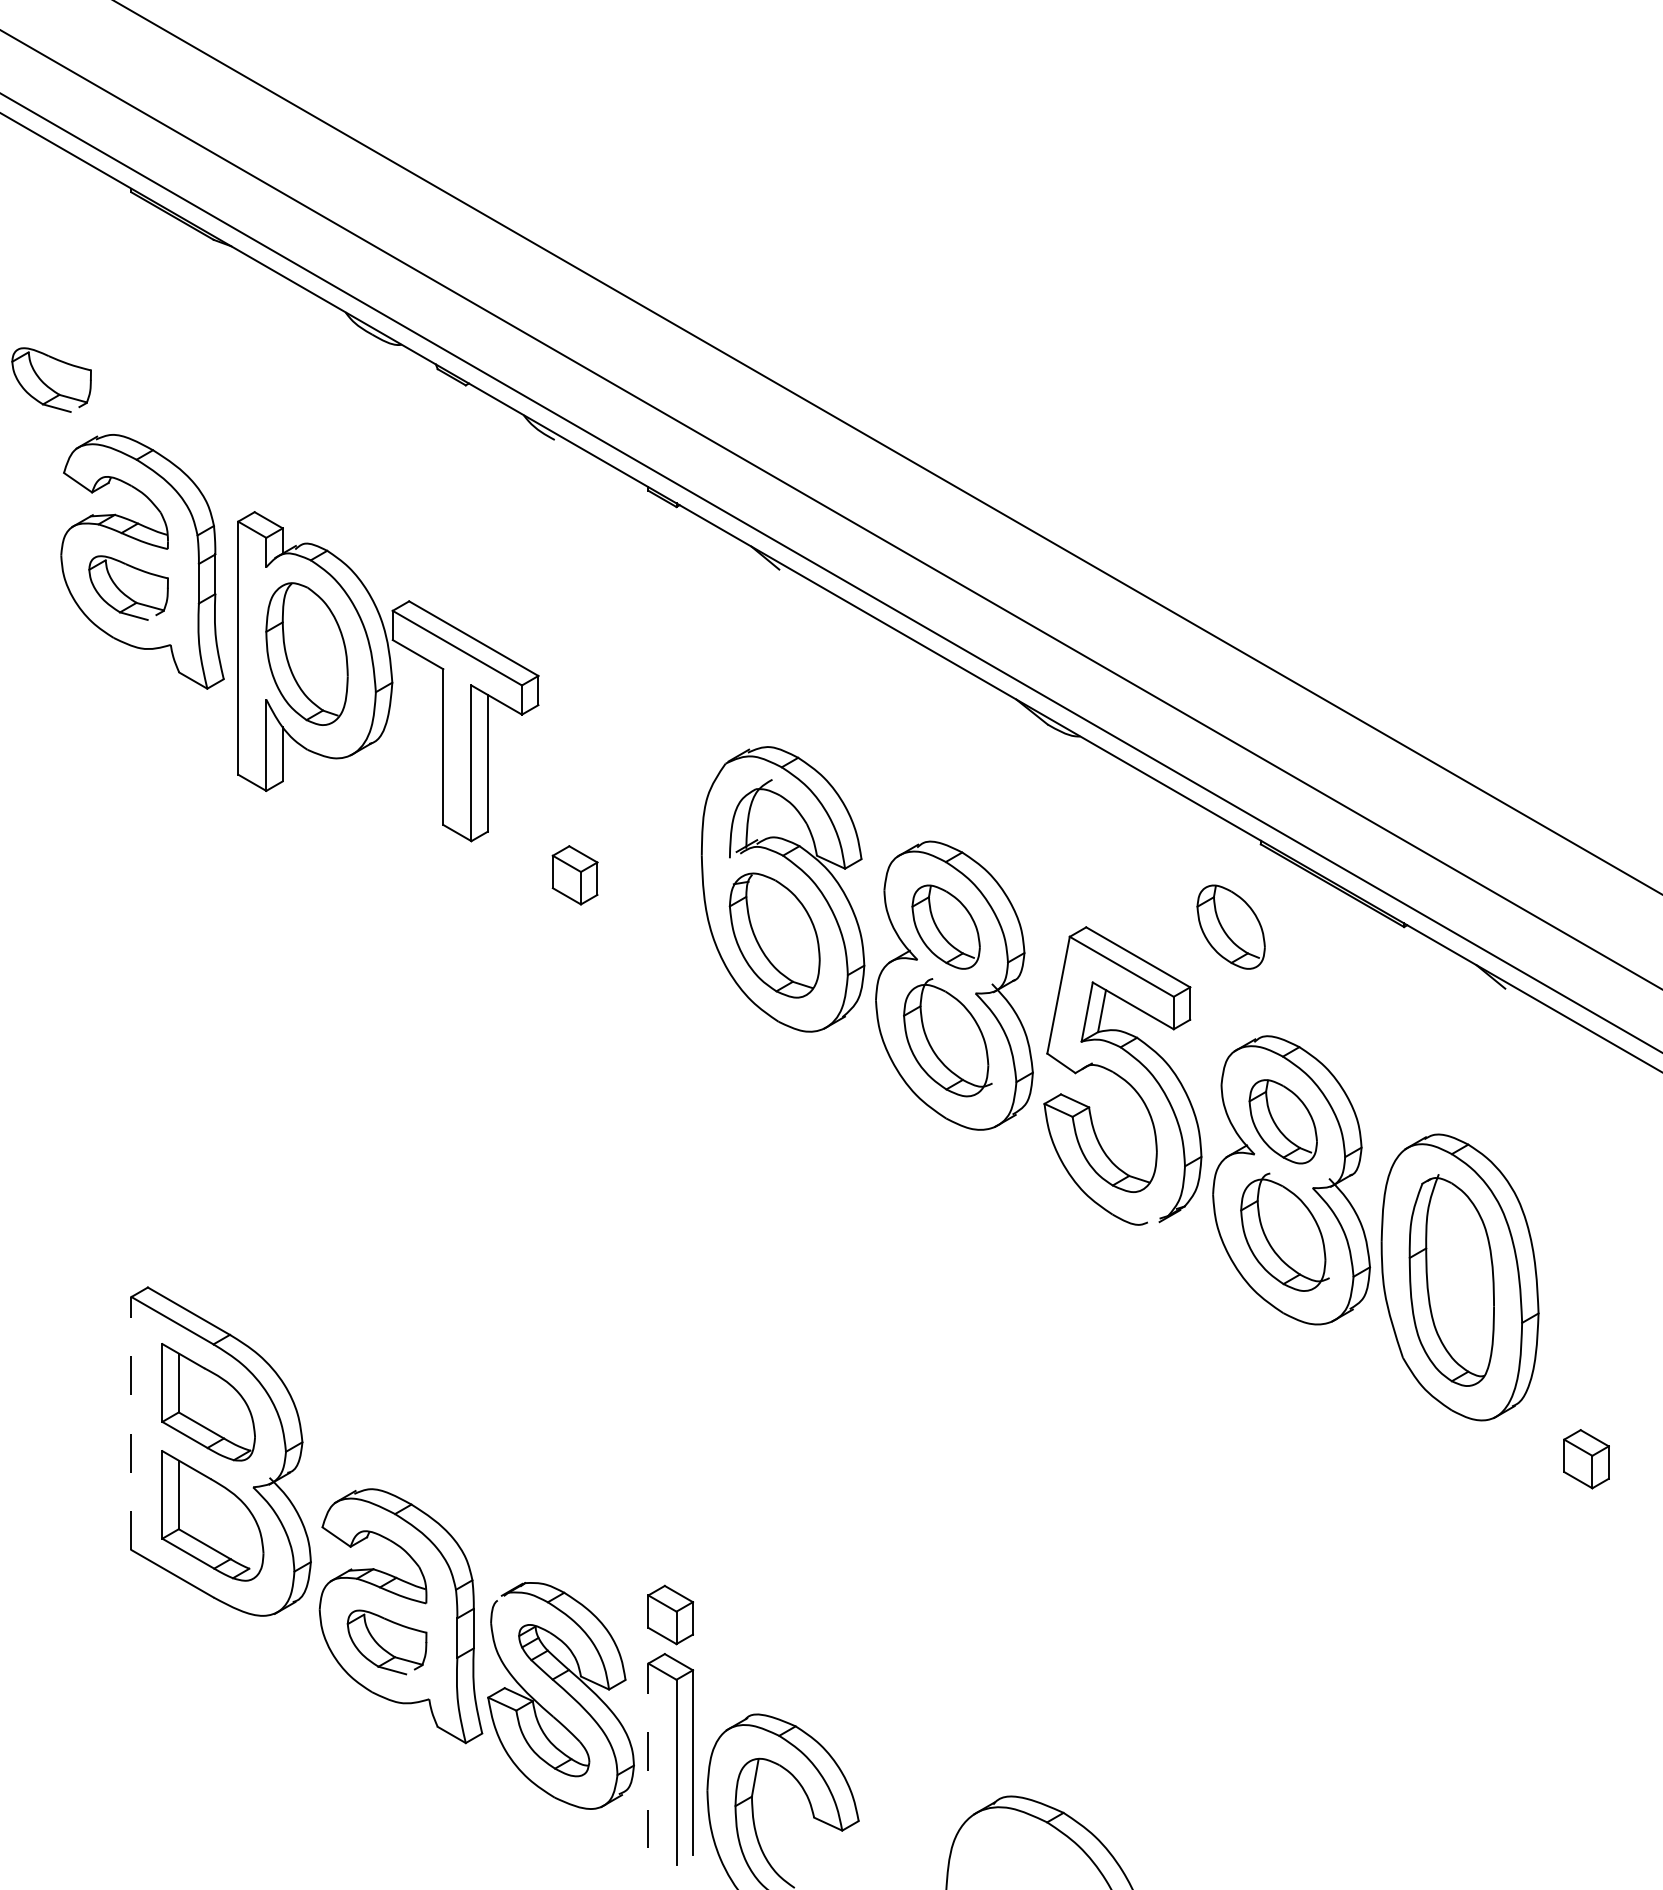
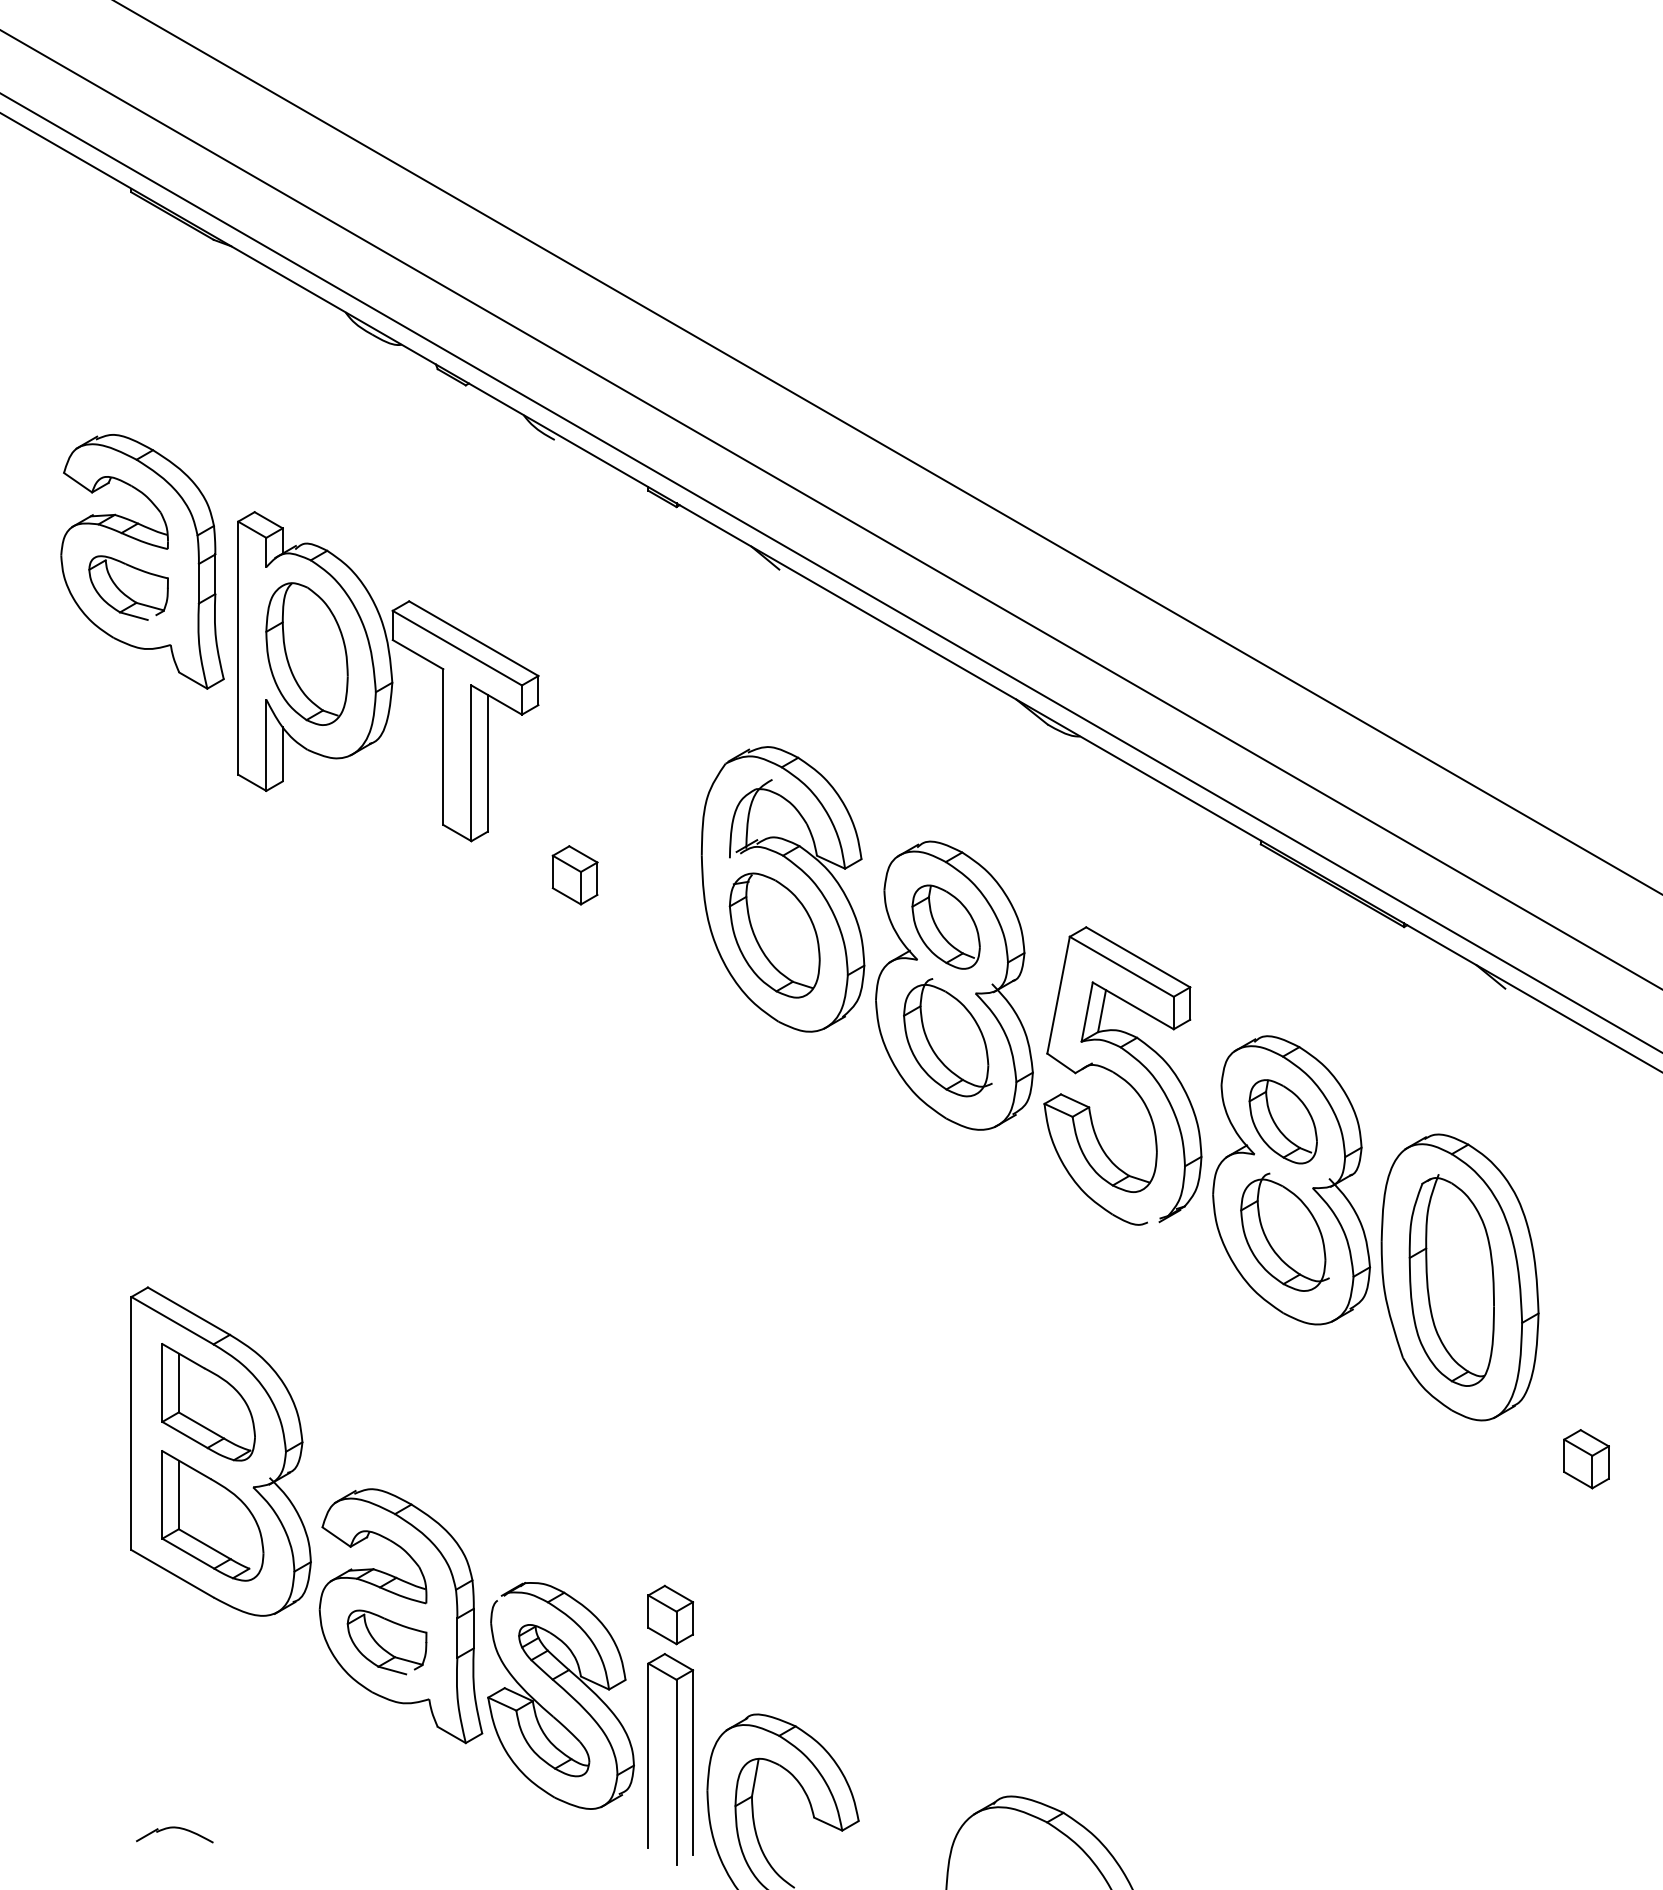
part at (51, 379): present -> none
part at (1230, 926): present -> none
line at (131, 1423): dashed -> solid
line at (648, 1755): dashed -> solid
part at (174, 1834): none -> present
